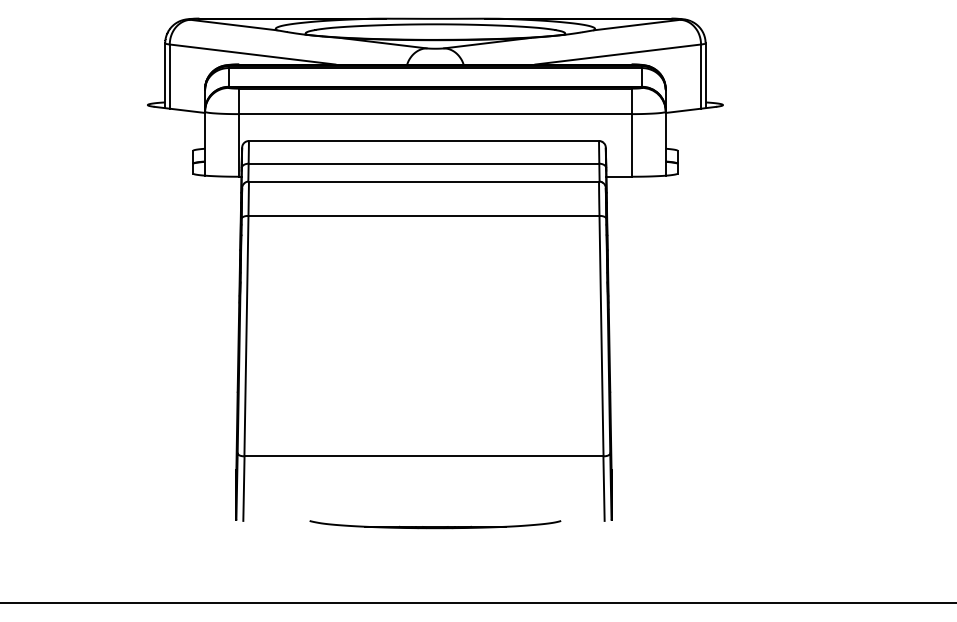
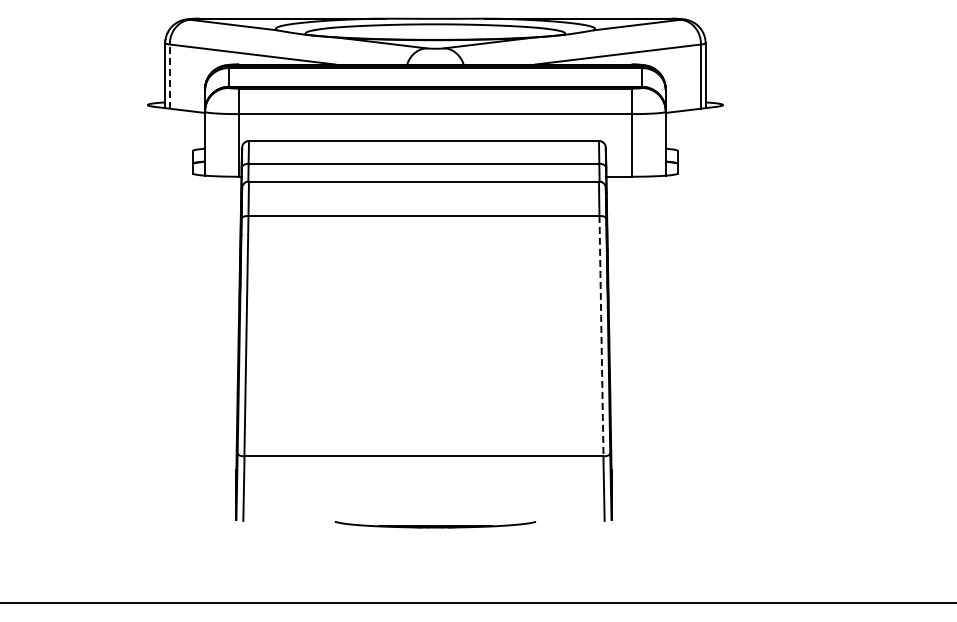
line at (169, 76): solid -> dashed
line at (601, 336): solid -> dashed
part at (435, 524) size: 253x10 px -> 203x8 px
